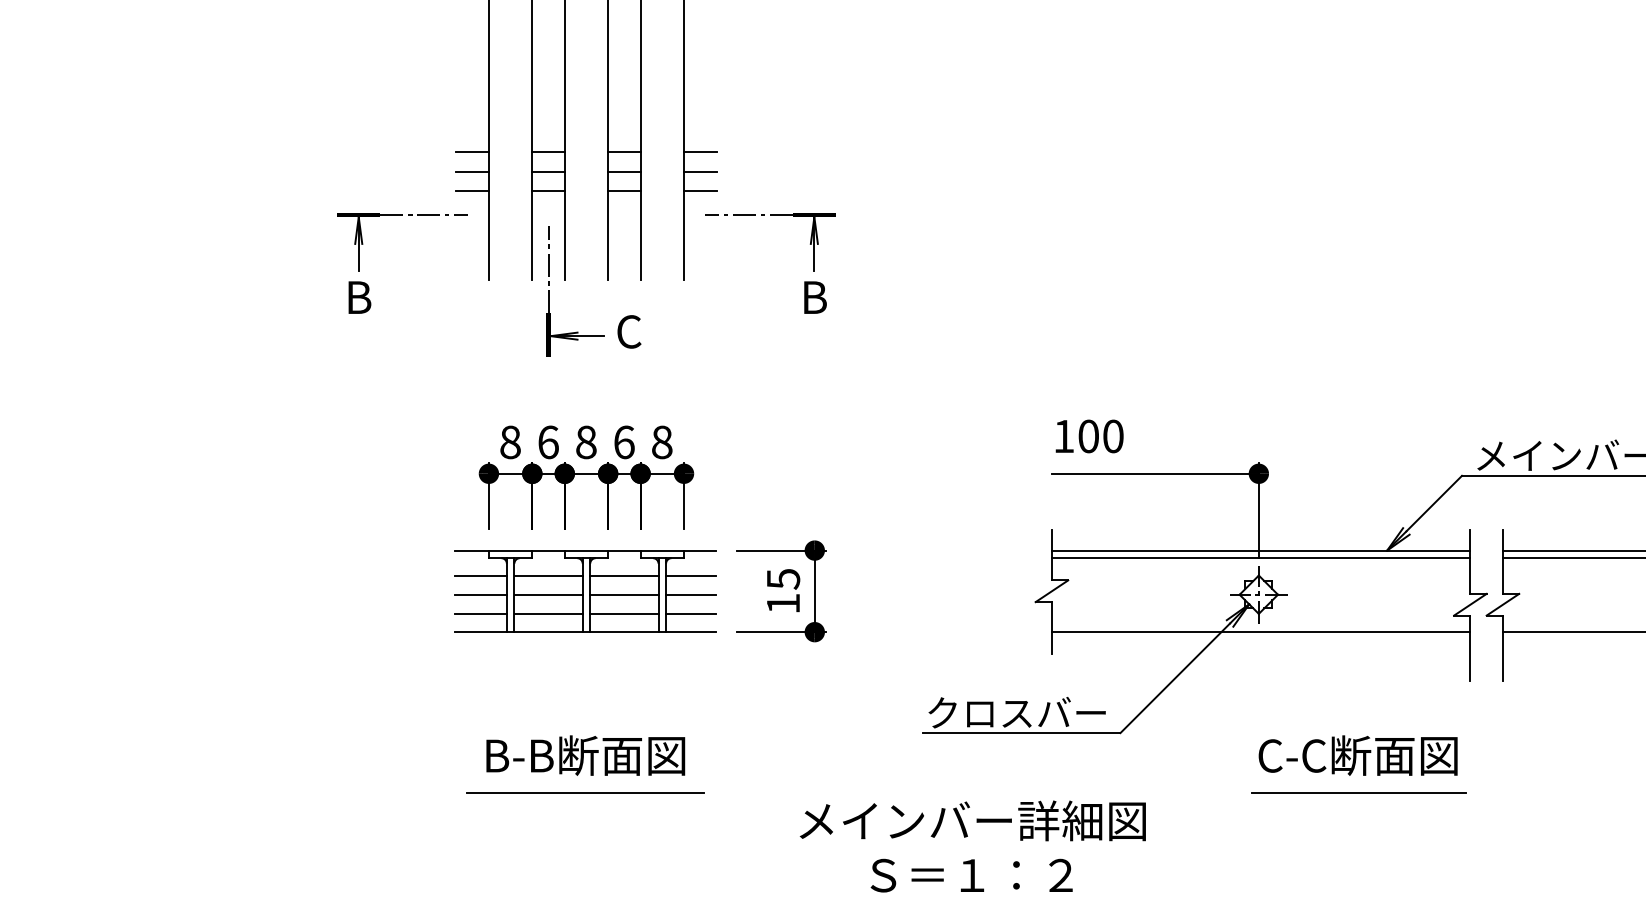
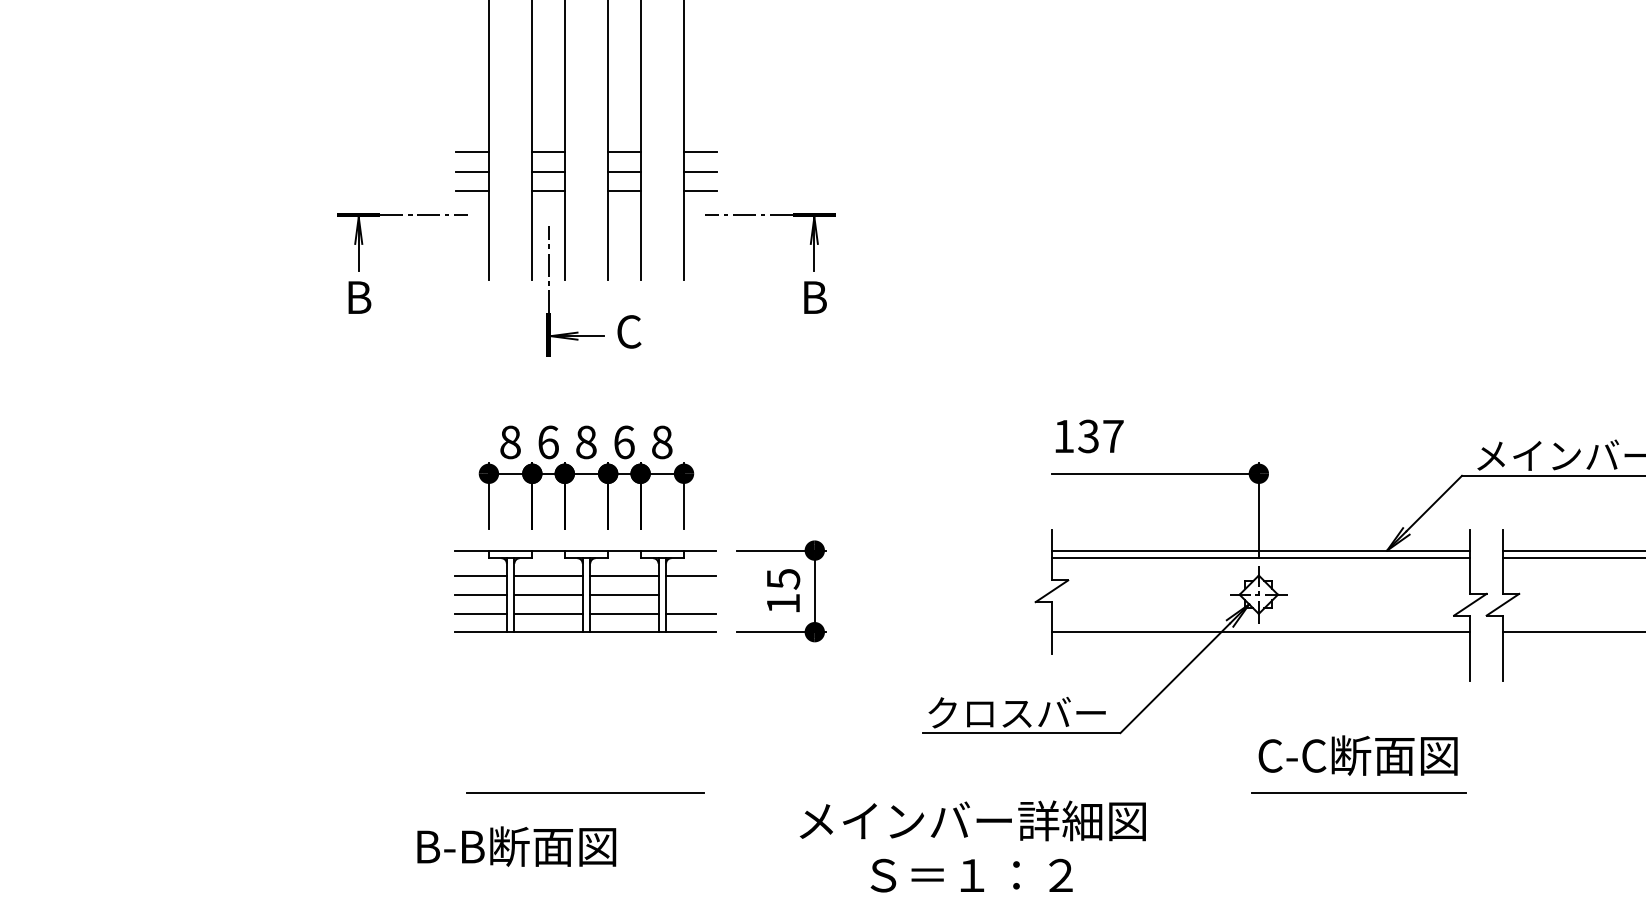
text at (1100, 436): 100 -> 137
line at (690, 594): present -> none
text at (585, 755) position: (585, 755) -> (516, 846)
